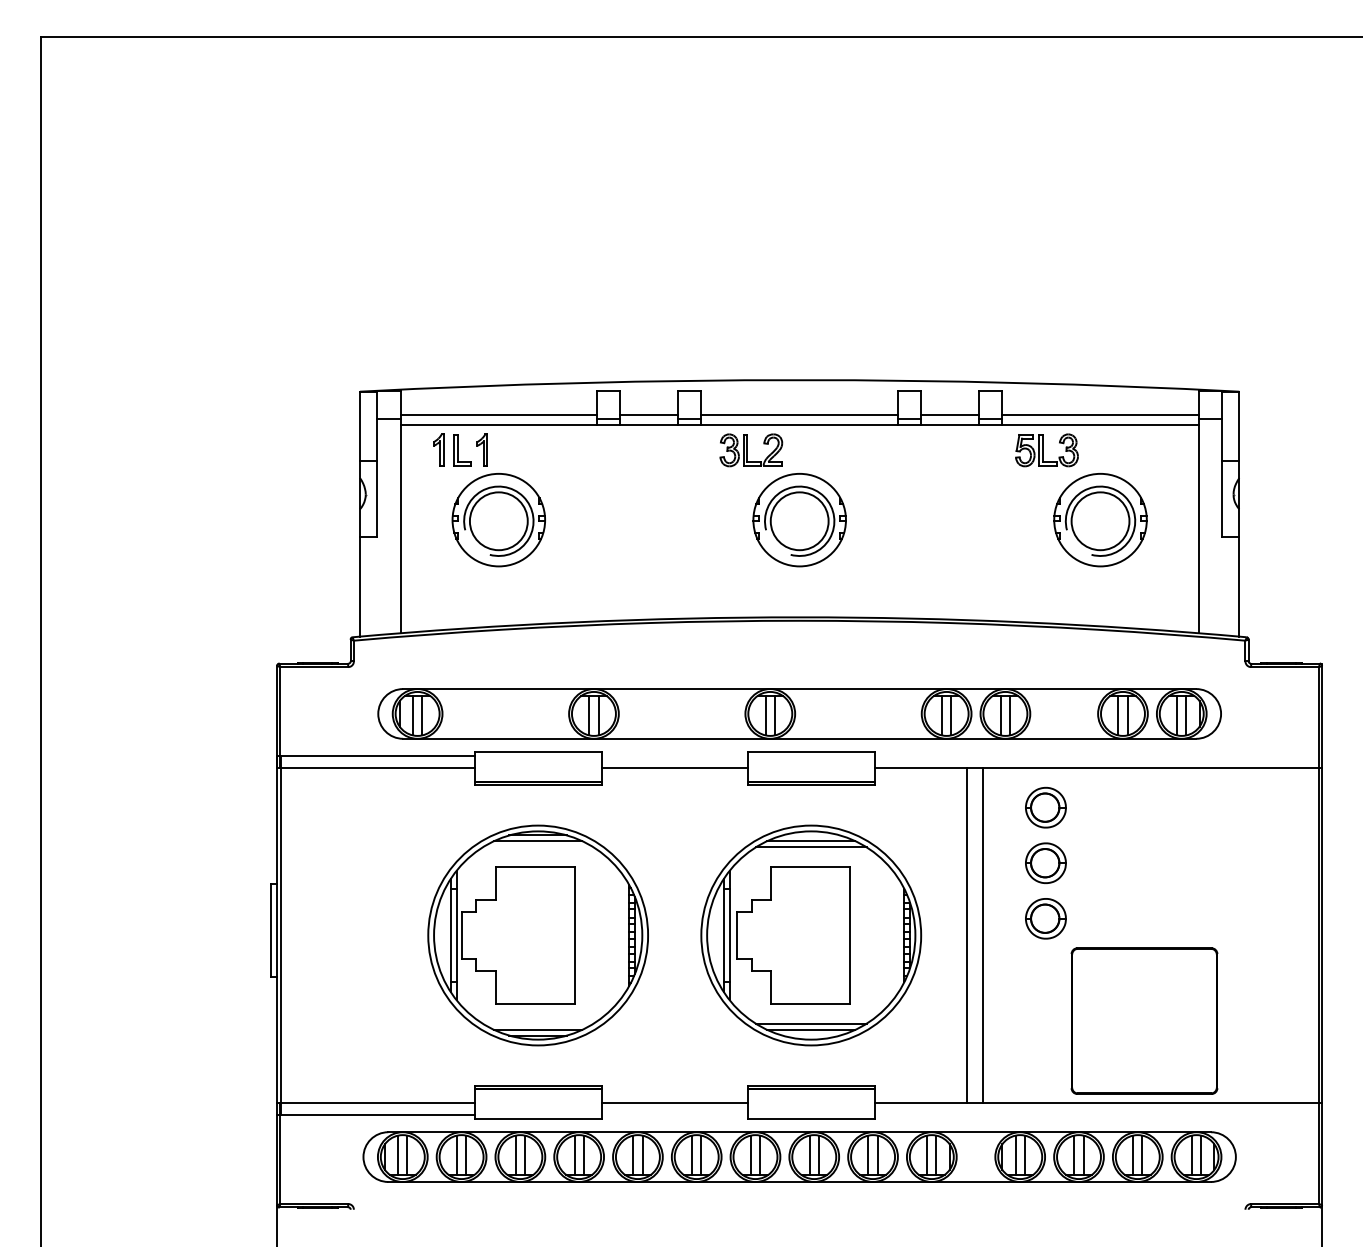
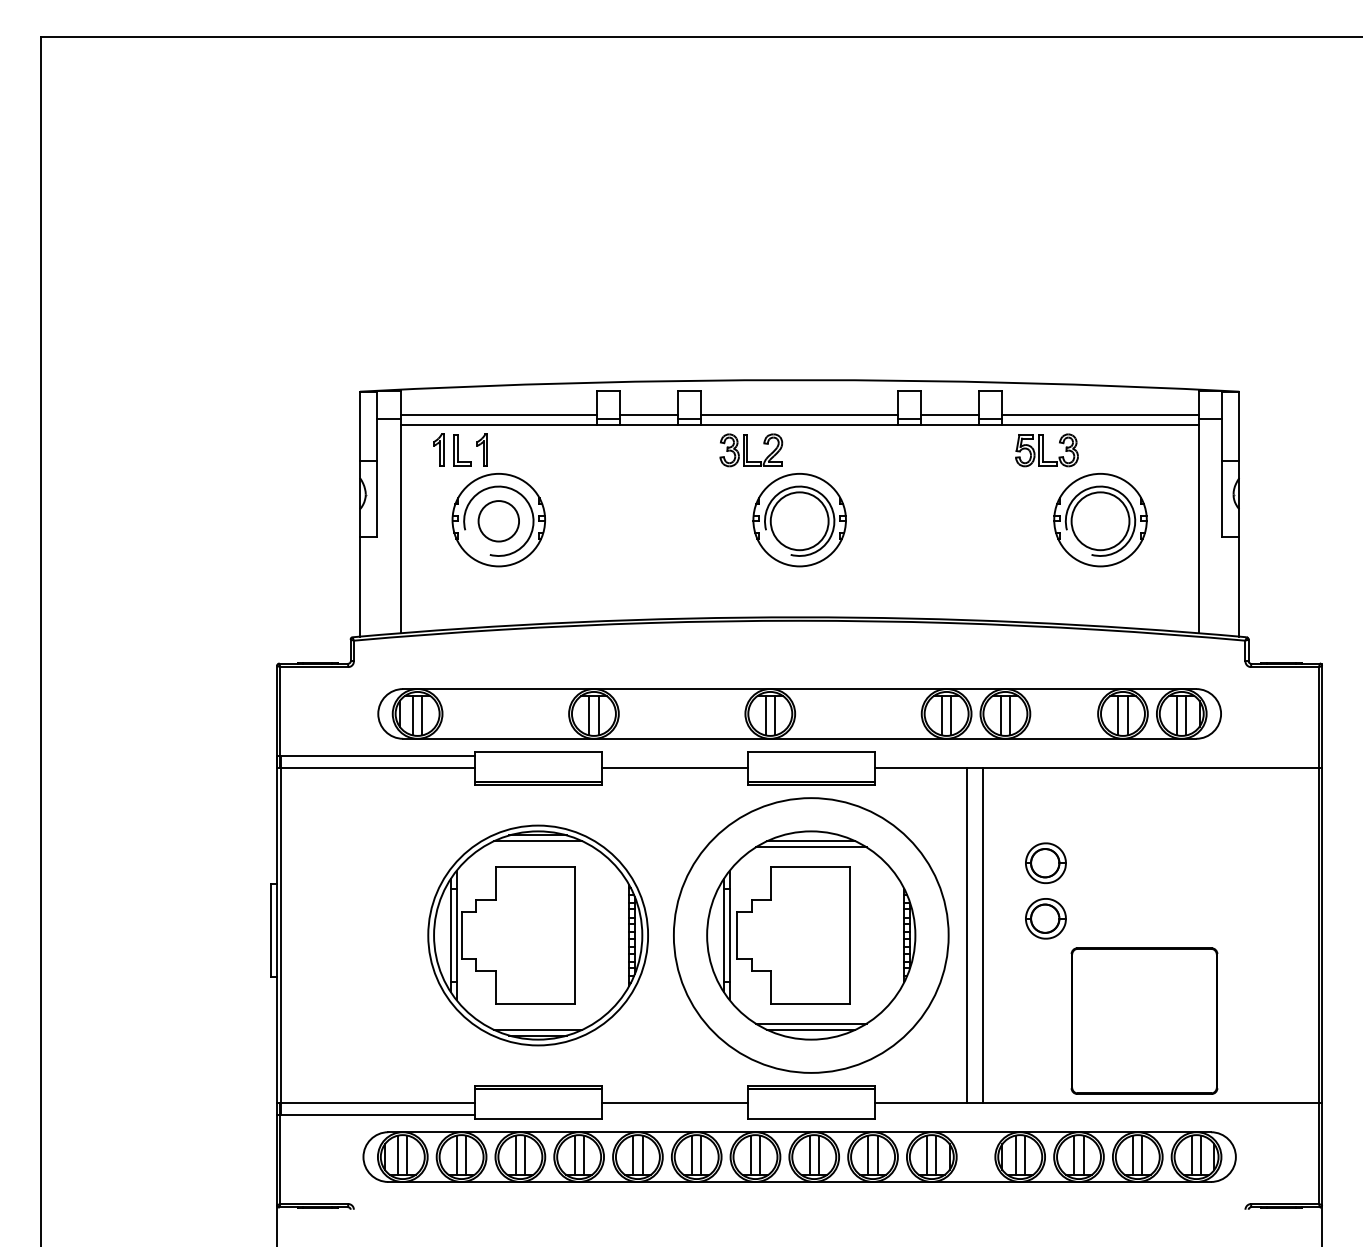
circle at (498, 521) diameter: 58 px -> 40 px
part at (1045, 807): present -> none
circle at (811, 935) diameter: 220 px -> 275 px
